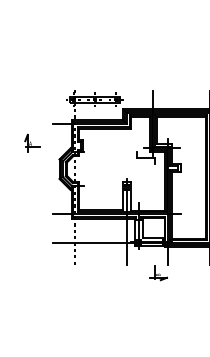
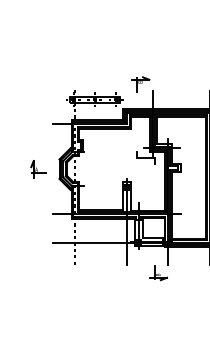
part at (140, 84): none -> present
part at (32, 142) position: (32, 142) -> (38, 168)
